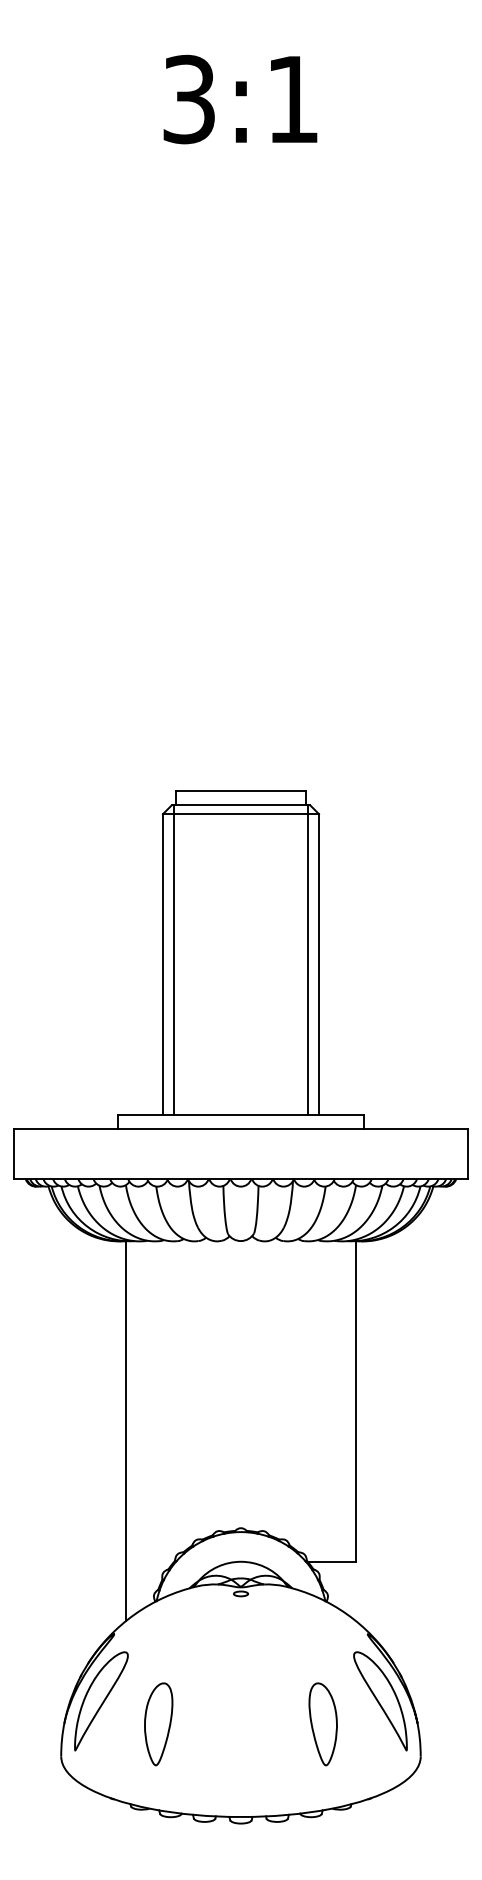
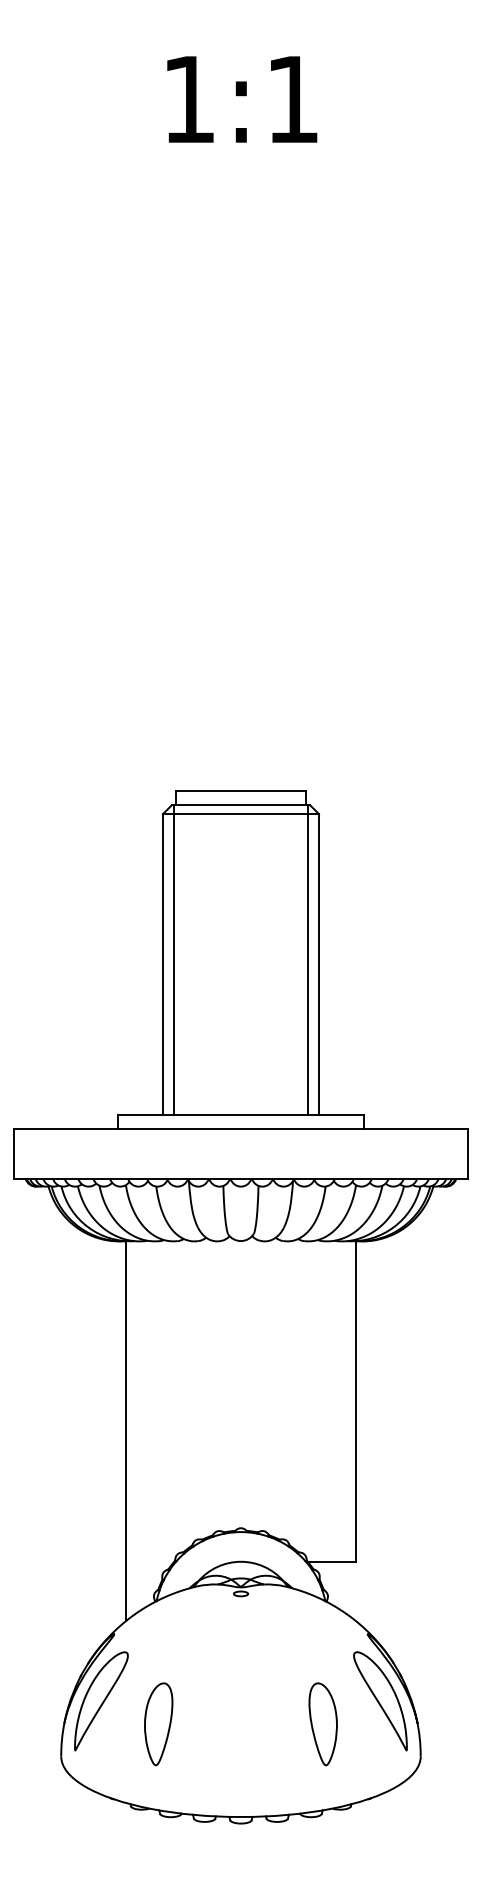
text at (188, 99): 3:1 -> 1:1
